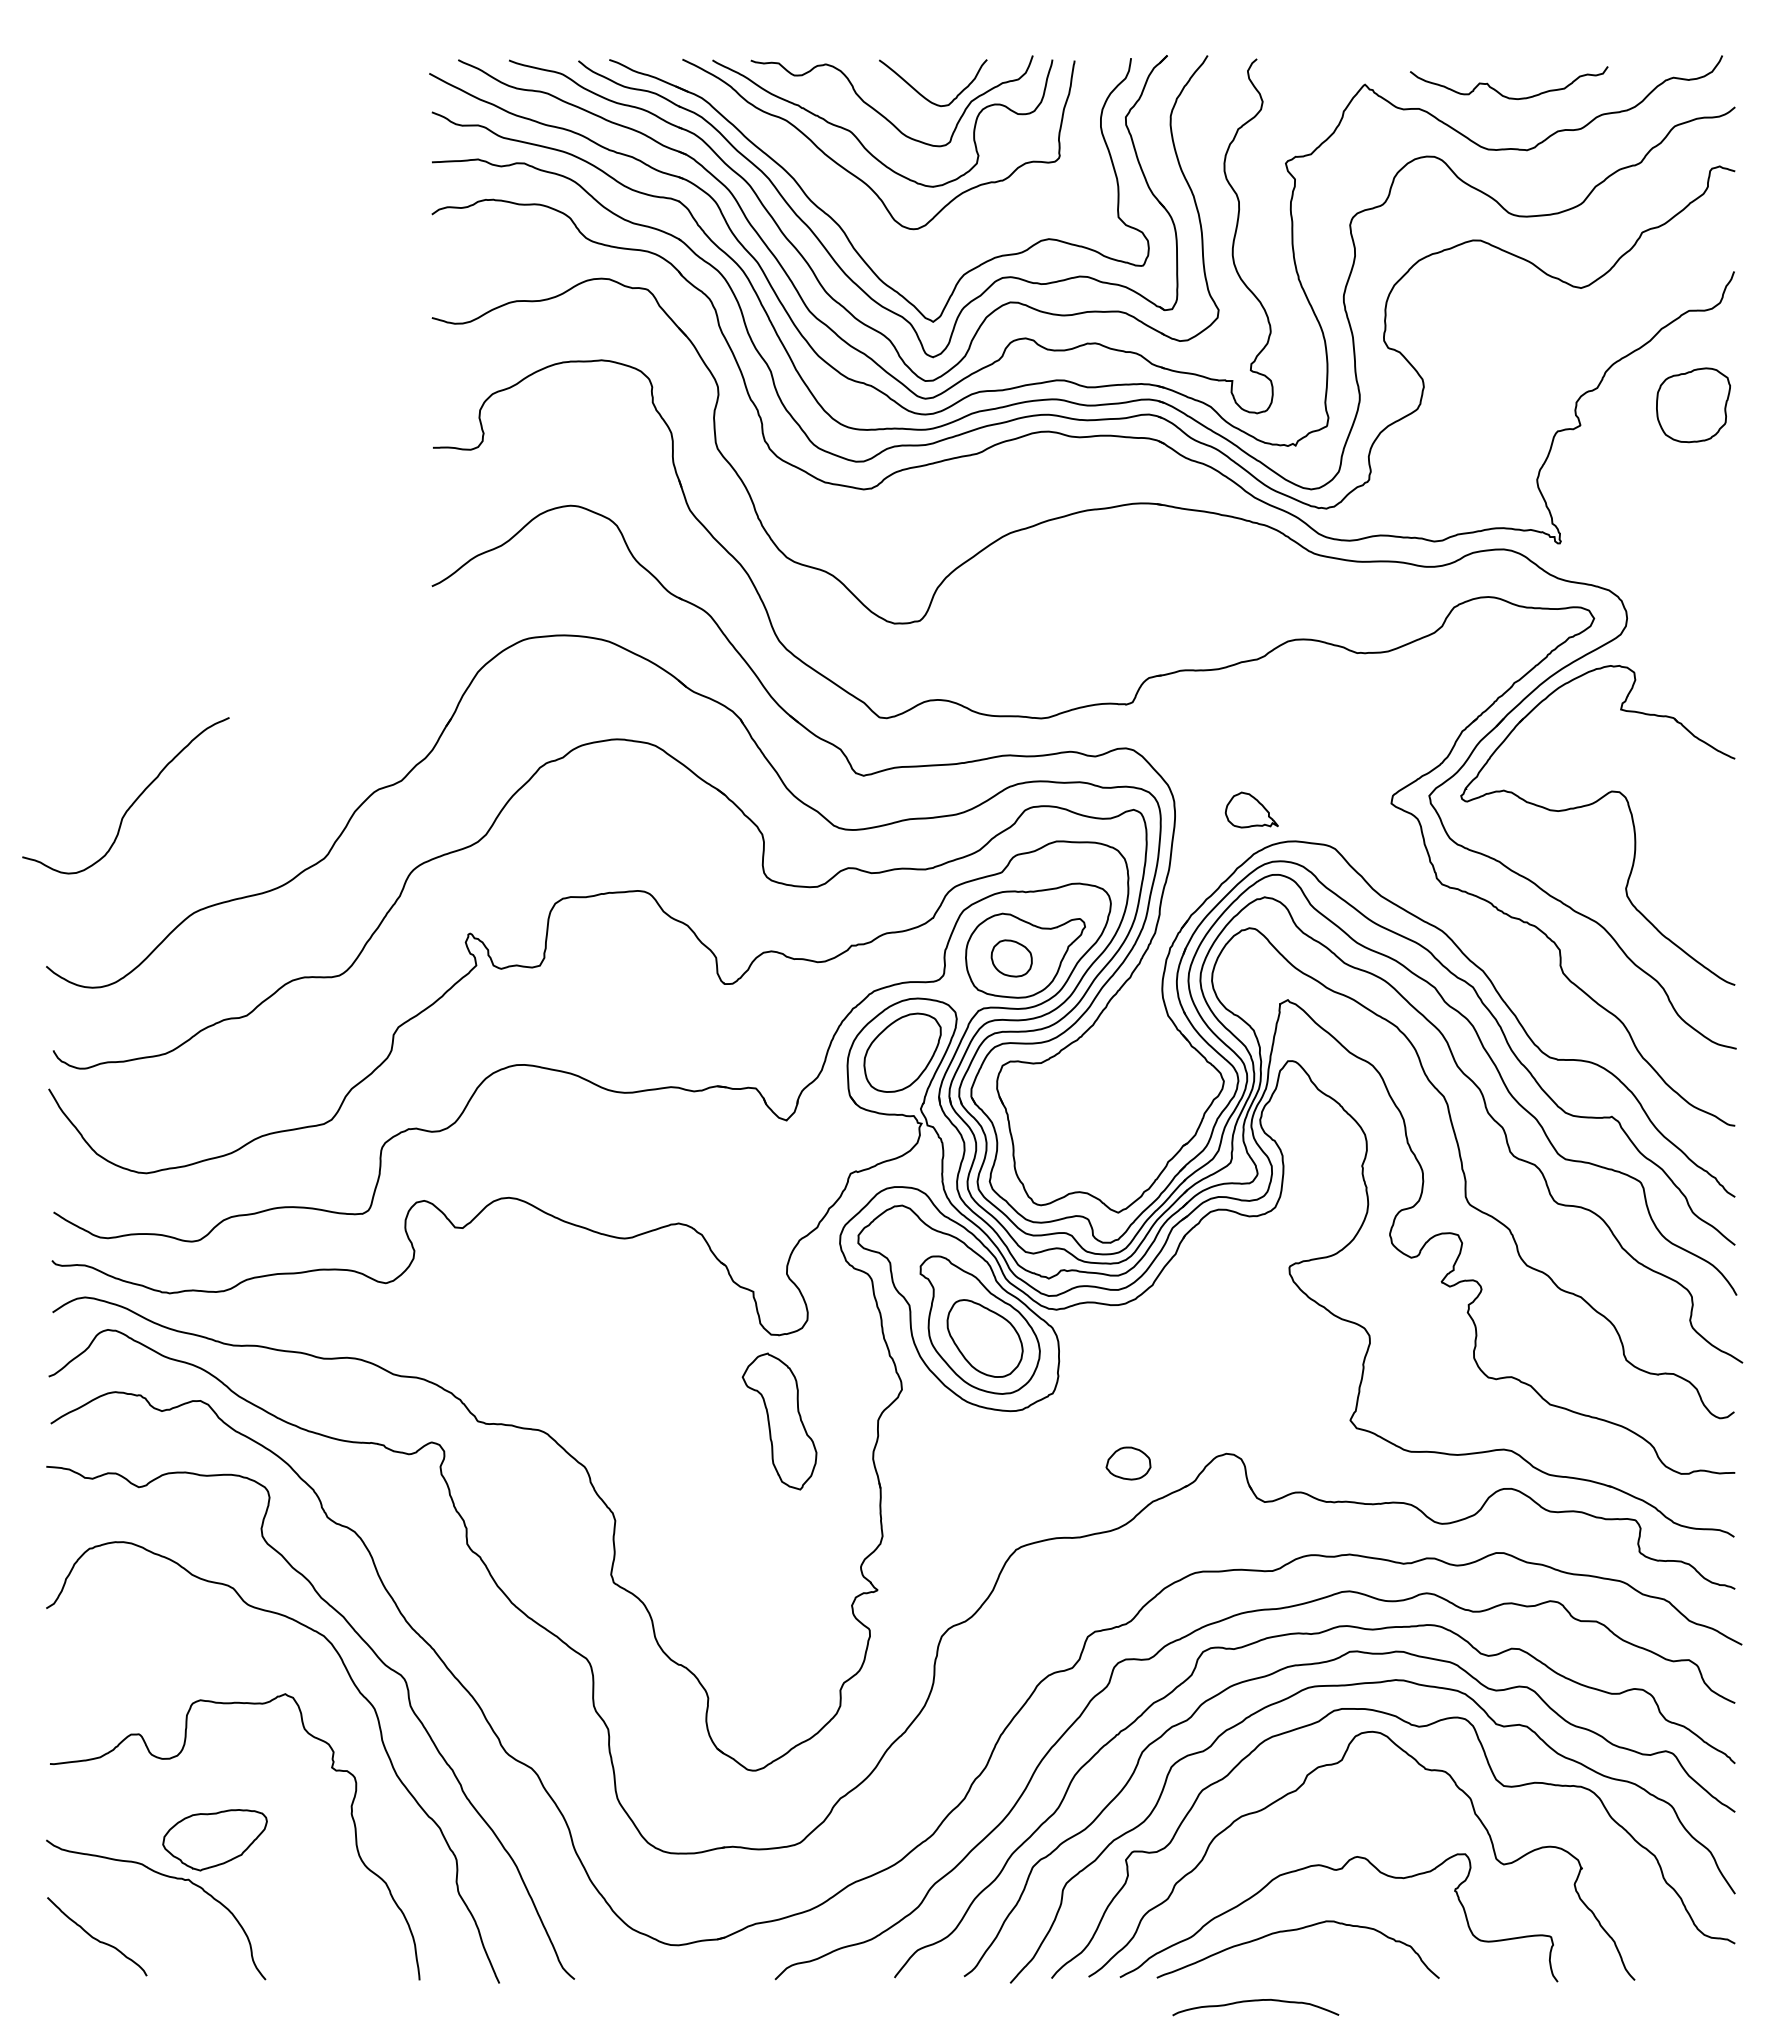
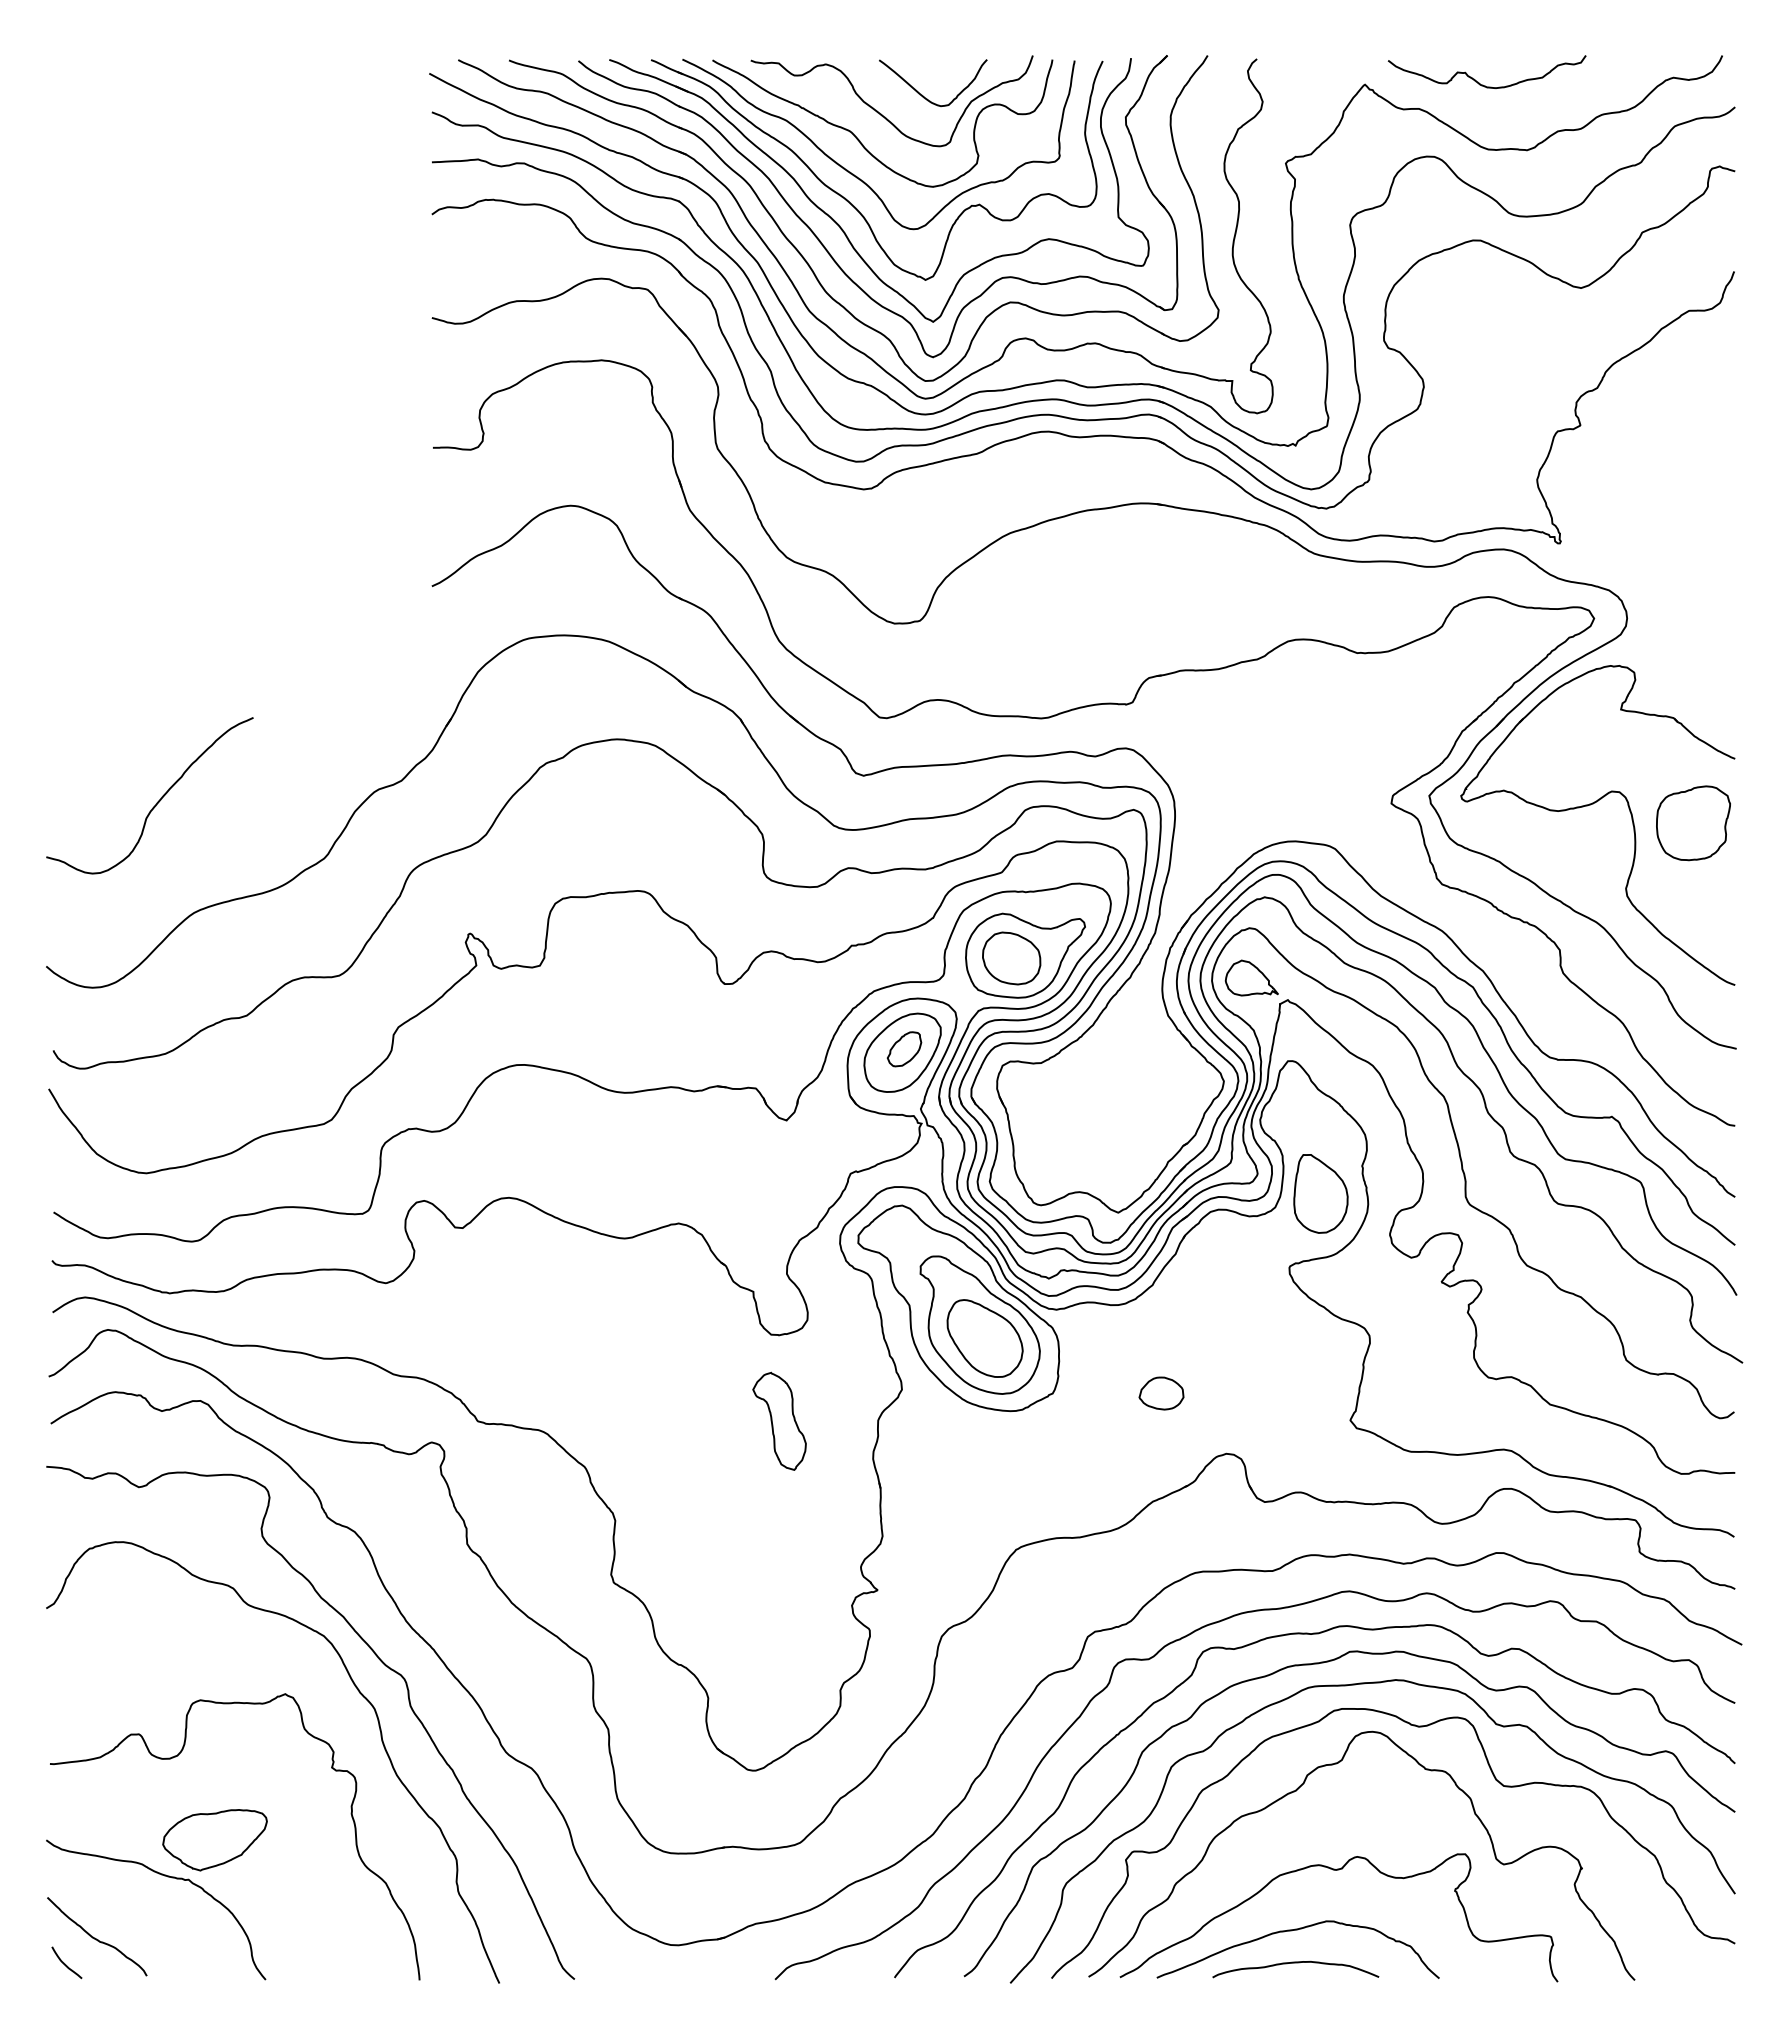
curve at (1500, 92) position: (1500, 92) -> (1478, 81)
part at (846, 198): none -> present
part at (1693, 405) position: (1693, 405) -> (1693, 823)
curve at (132, 802) position: (132, 802) -> (156, 802)
part at (1251, 809) position: (1251, 809) -> (1251, 977)
part at (1011, 958) size: 43x39 px -> 60x55 px
part at (904, 1049): none -> present
part at (1320, 1193): none -> present
part at (779, 1421) size: 77x139 px -> 55x100 px
part at (1128, 1463) position: (1128, 1463) -> (1161, 1393)
curve at (65, 1963): none -> present
curve at (1255, 2001) position: (1255, 2001) -> (1295, 1963)
